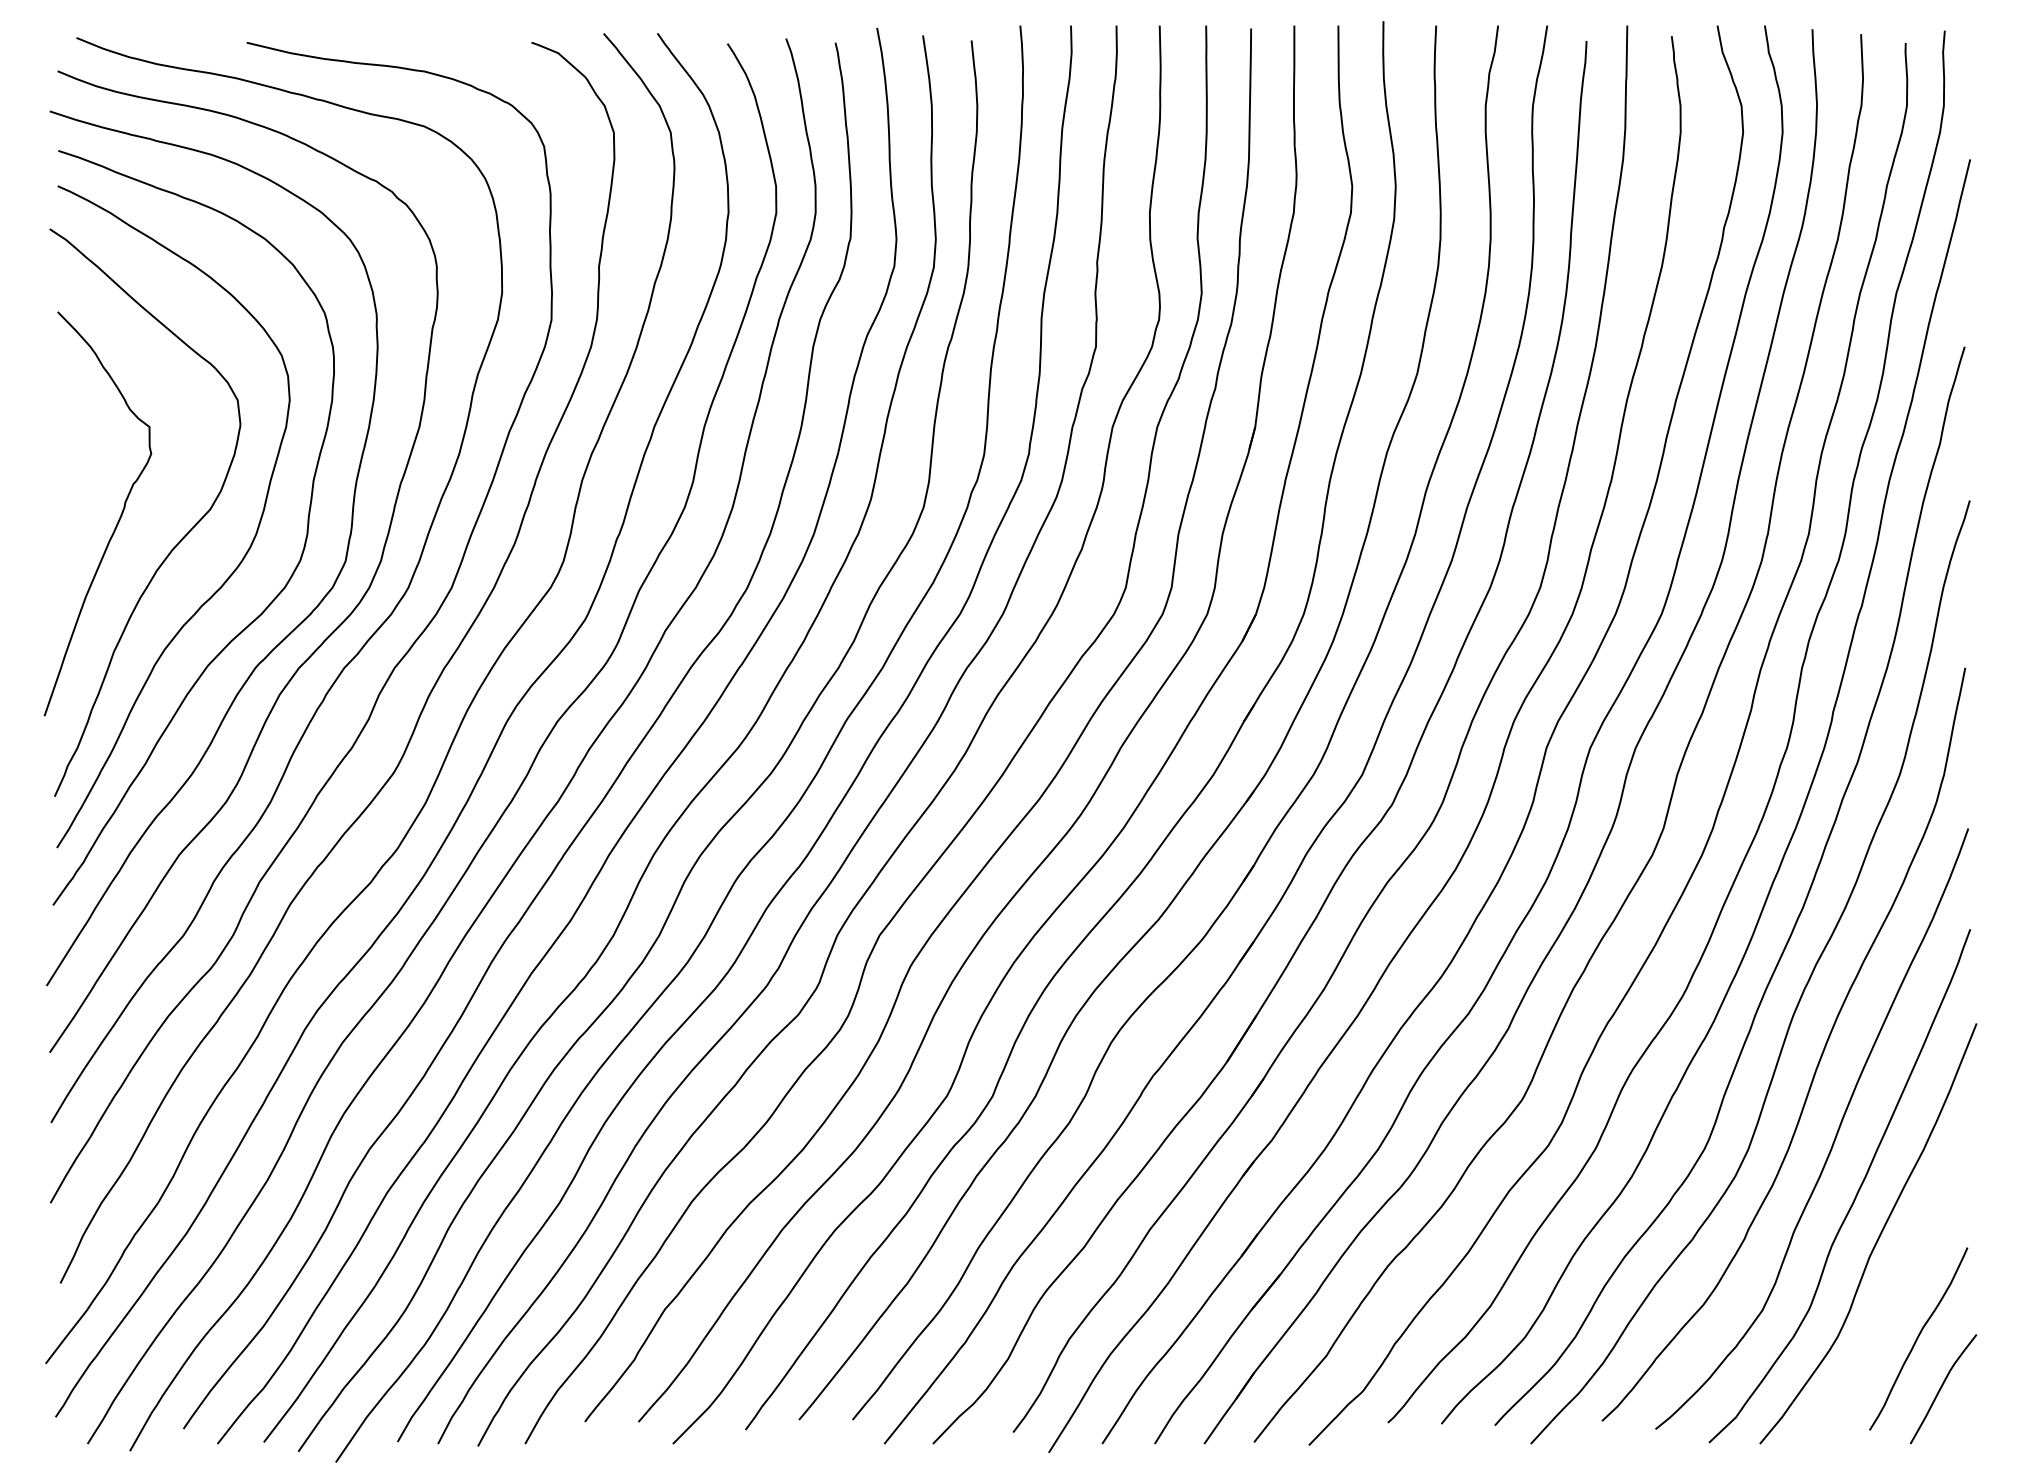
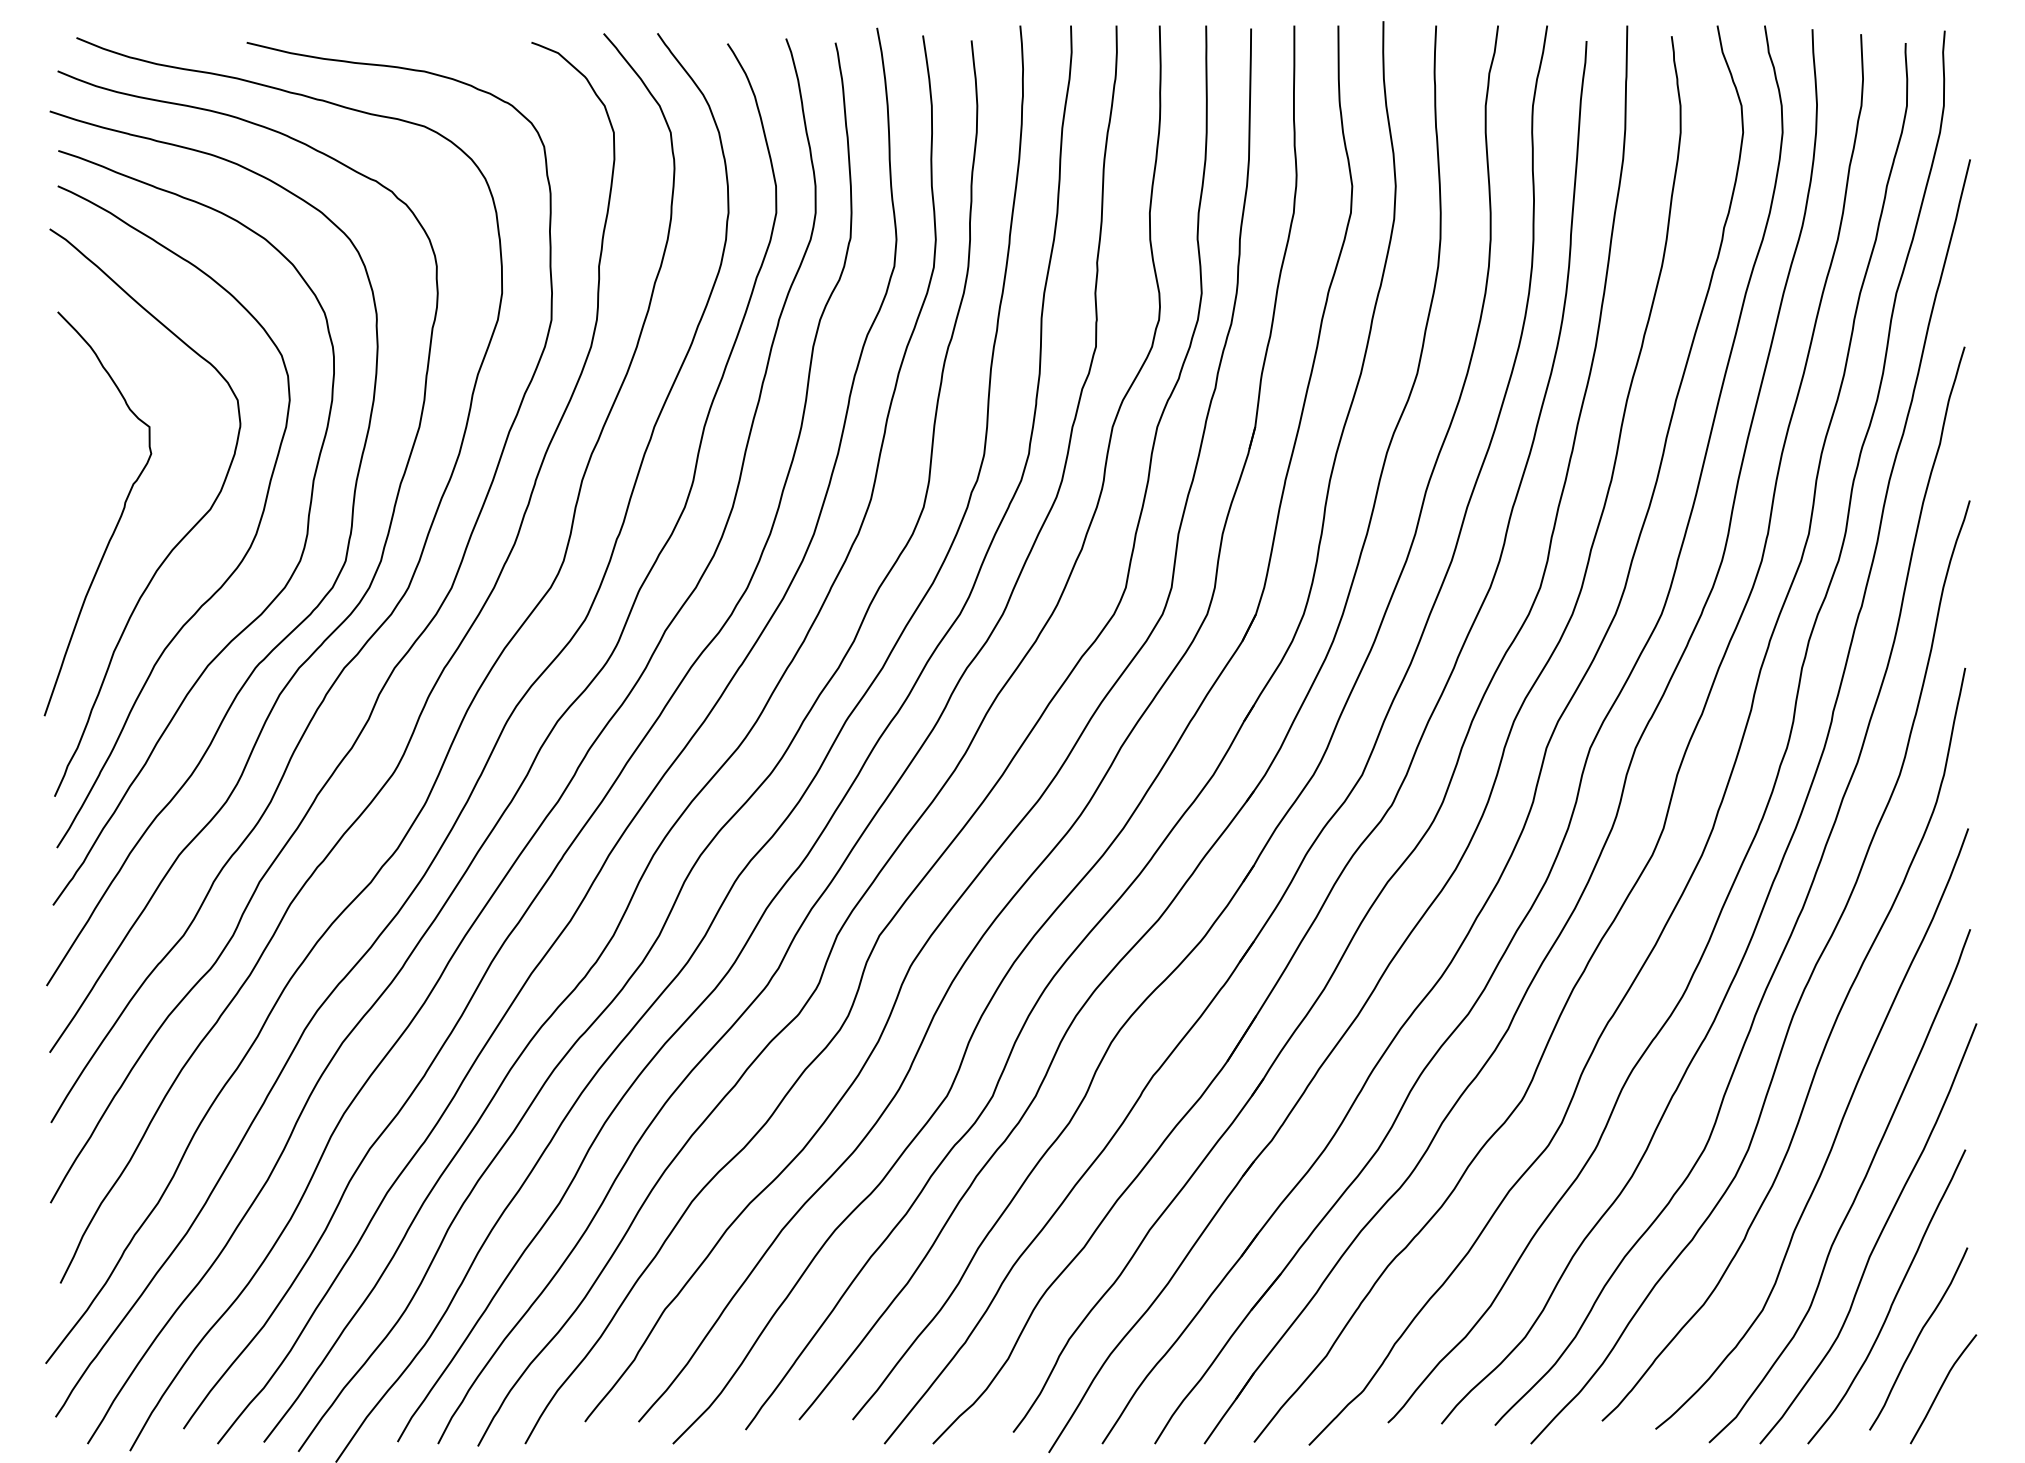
curve at (1892, 1300): none -> present
